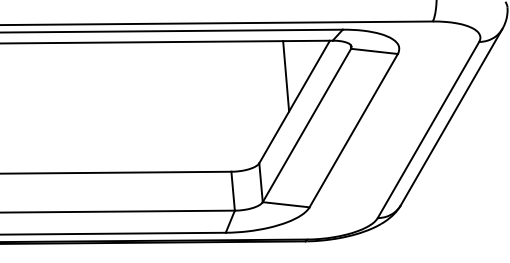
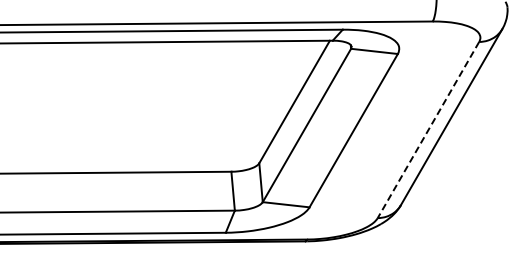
line at (286, 76): present -> none
line at (428, 130): solid -> dashed
